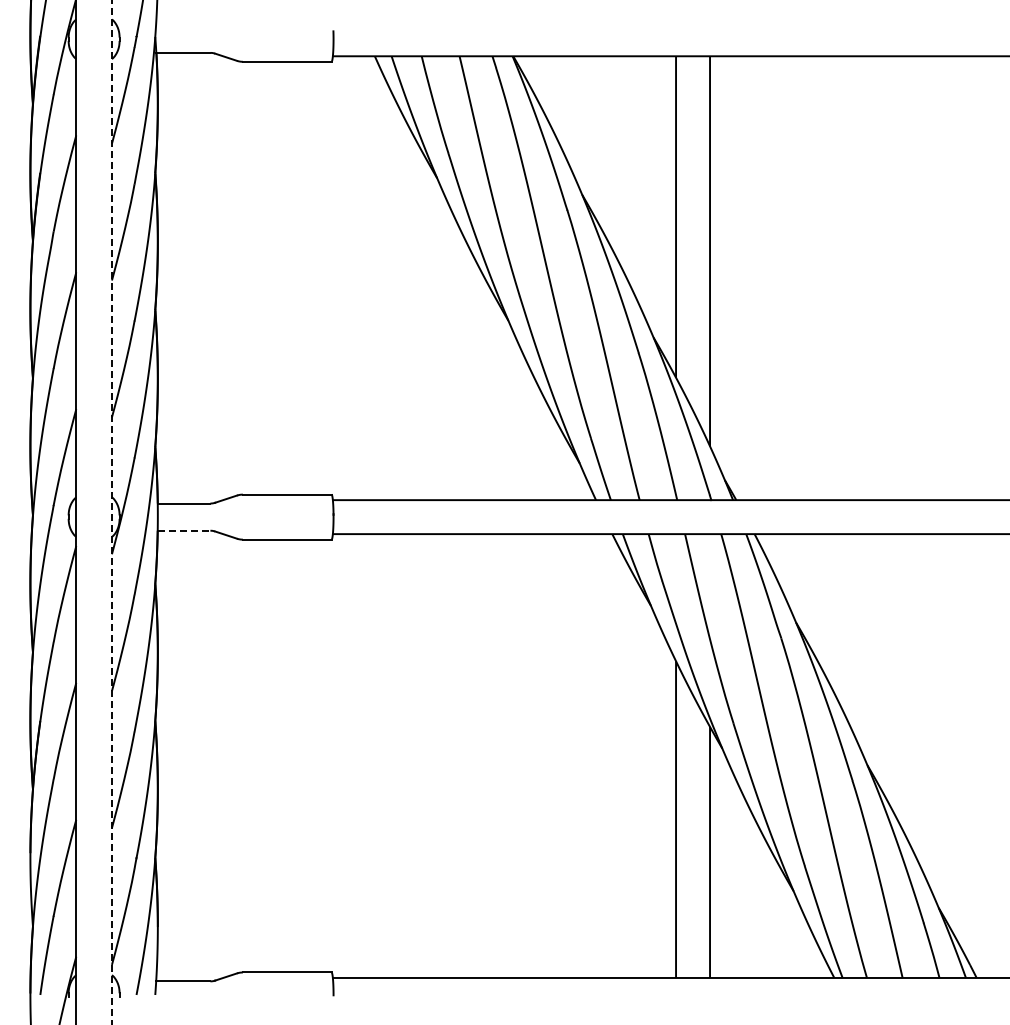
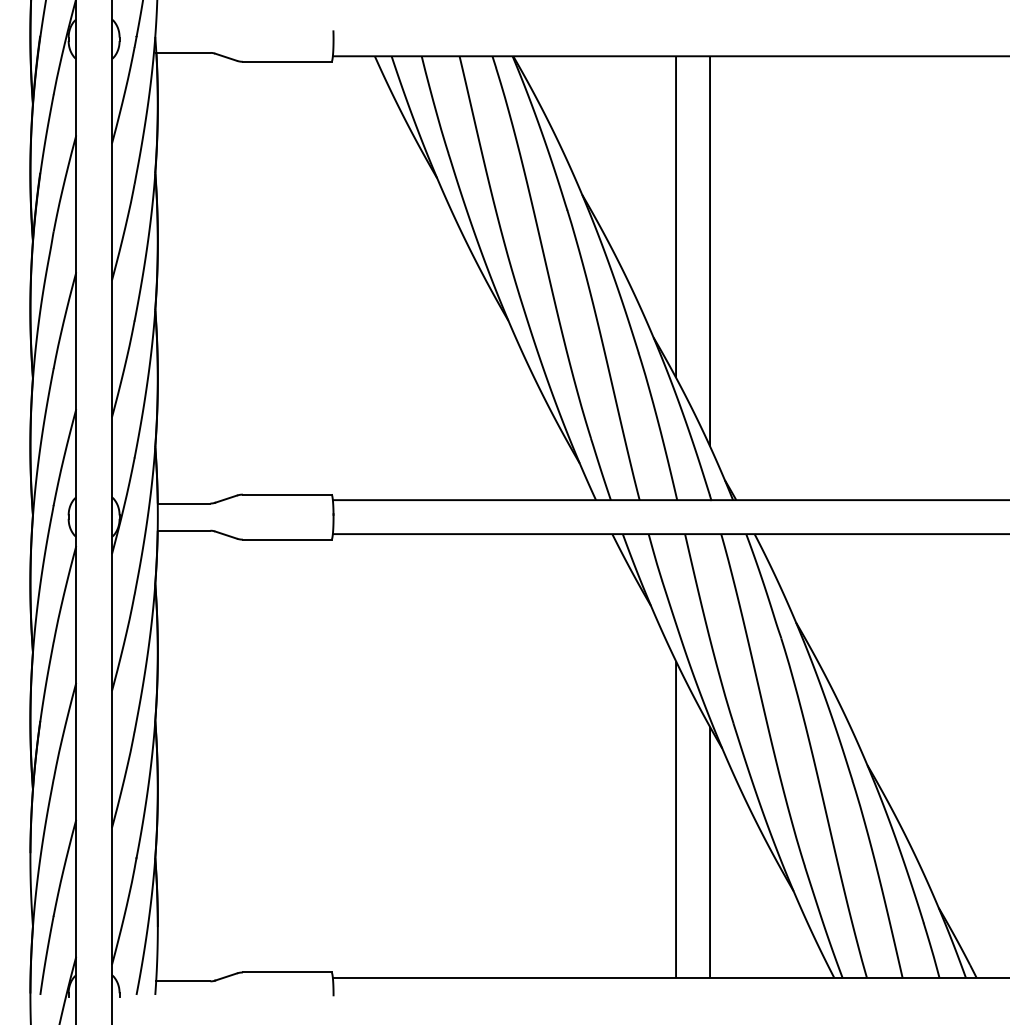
line at (111, 512): dashed -> solid
line at (184, 530): dashed -> solid
